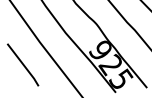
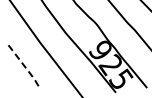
line at (23, 65): solid -> dashed
